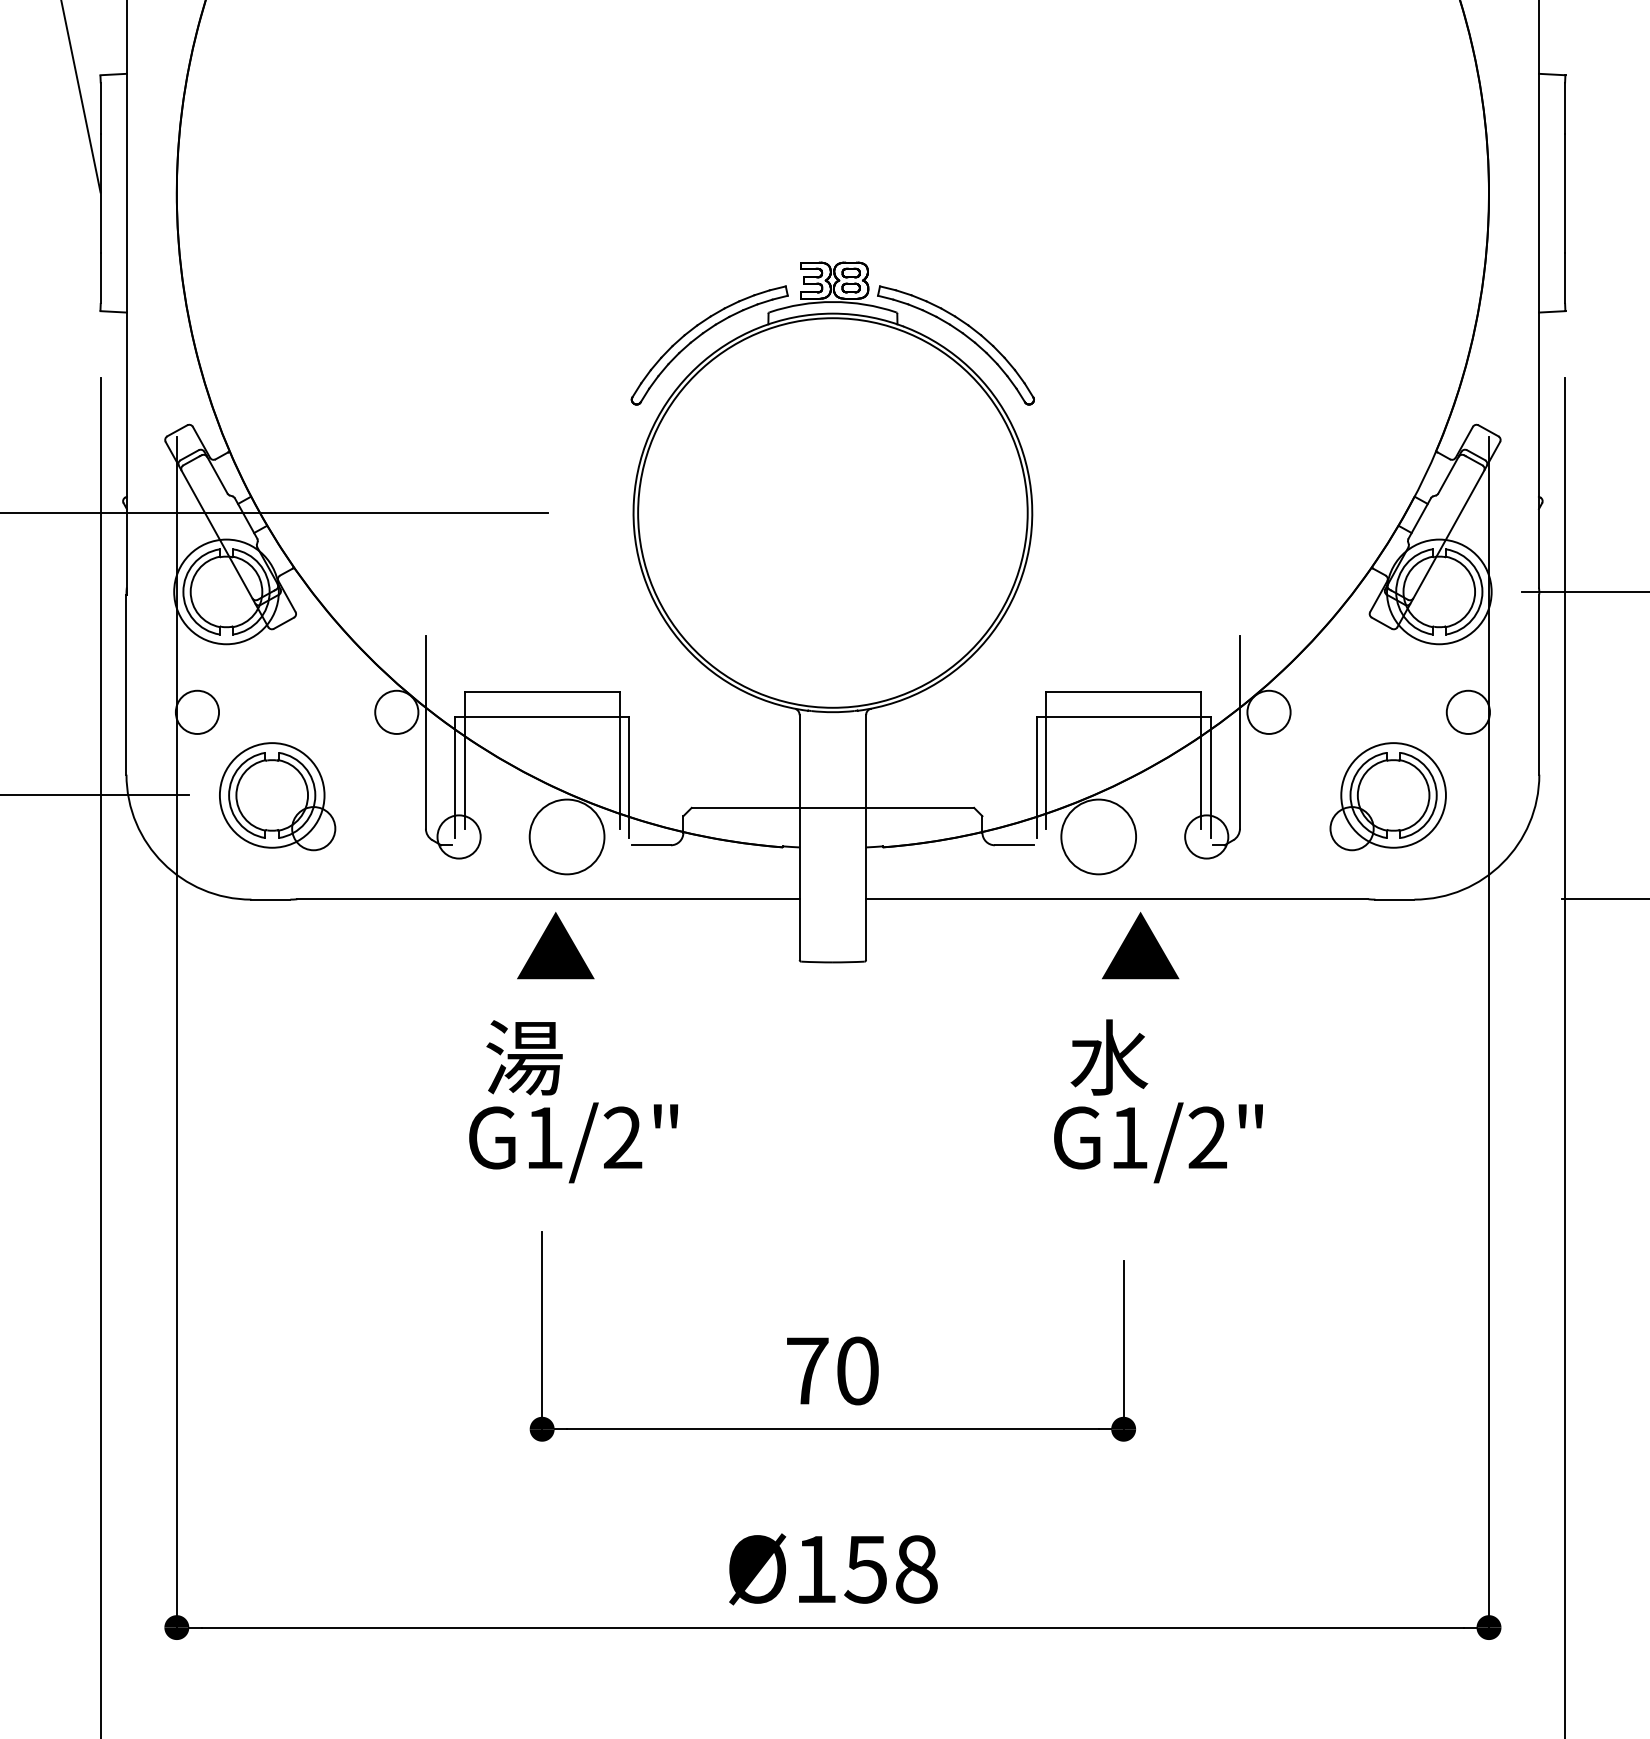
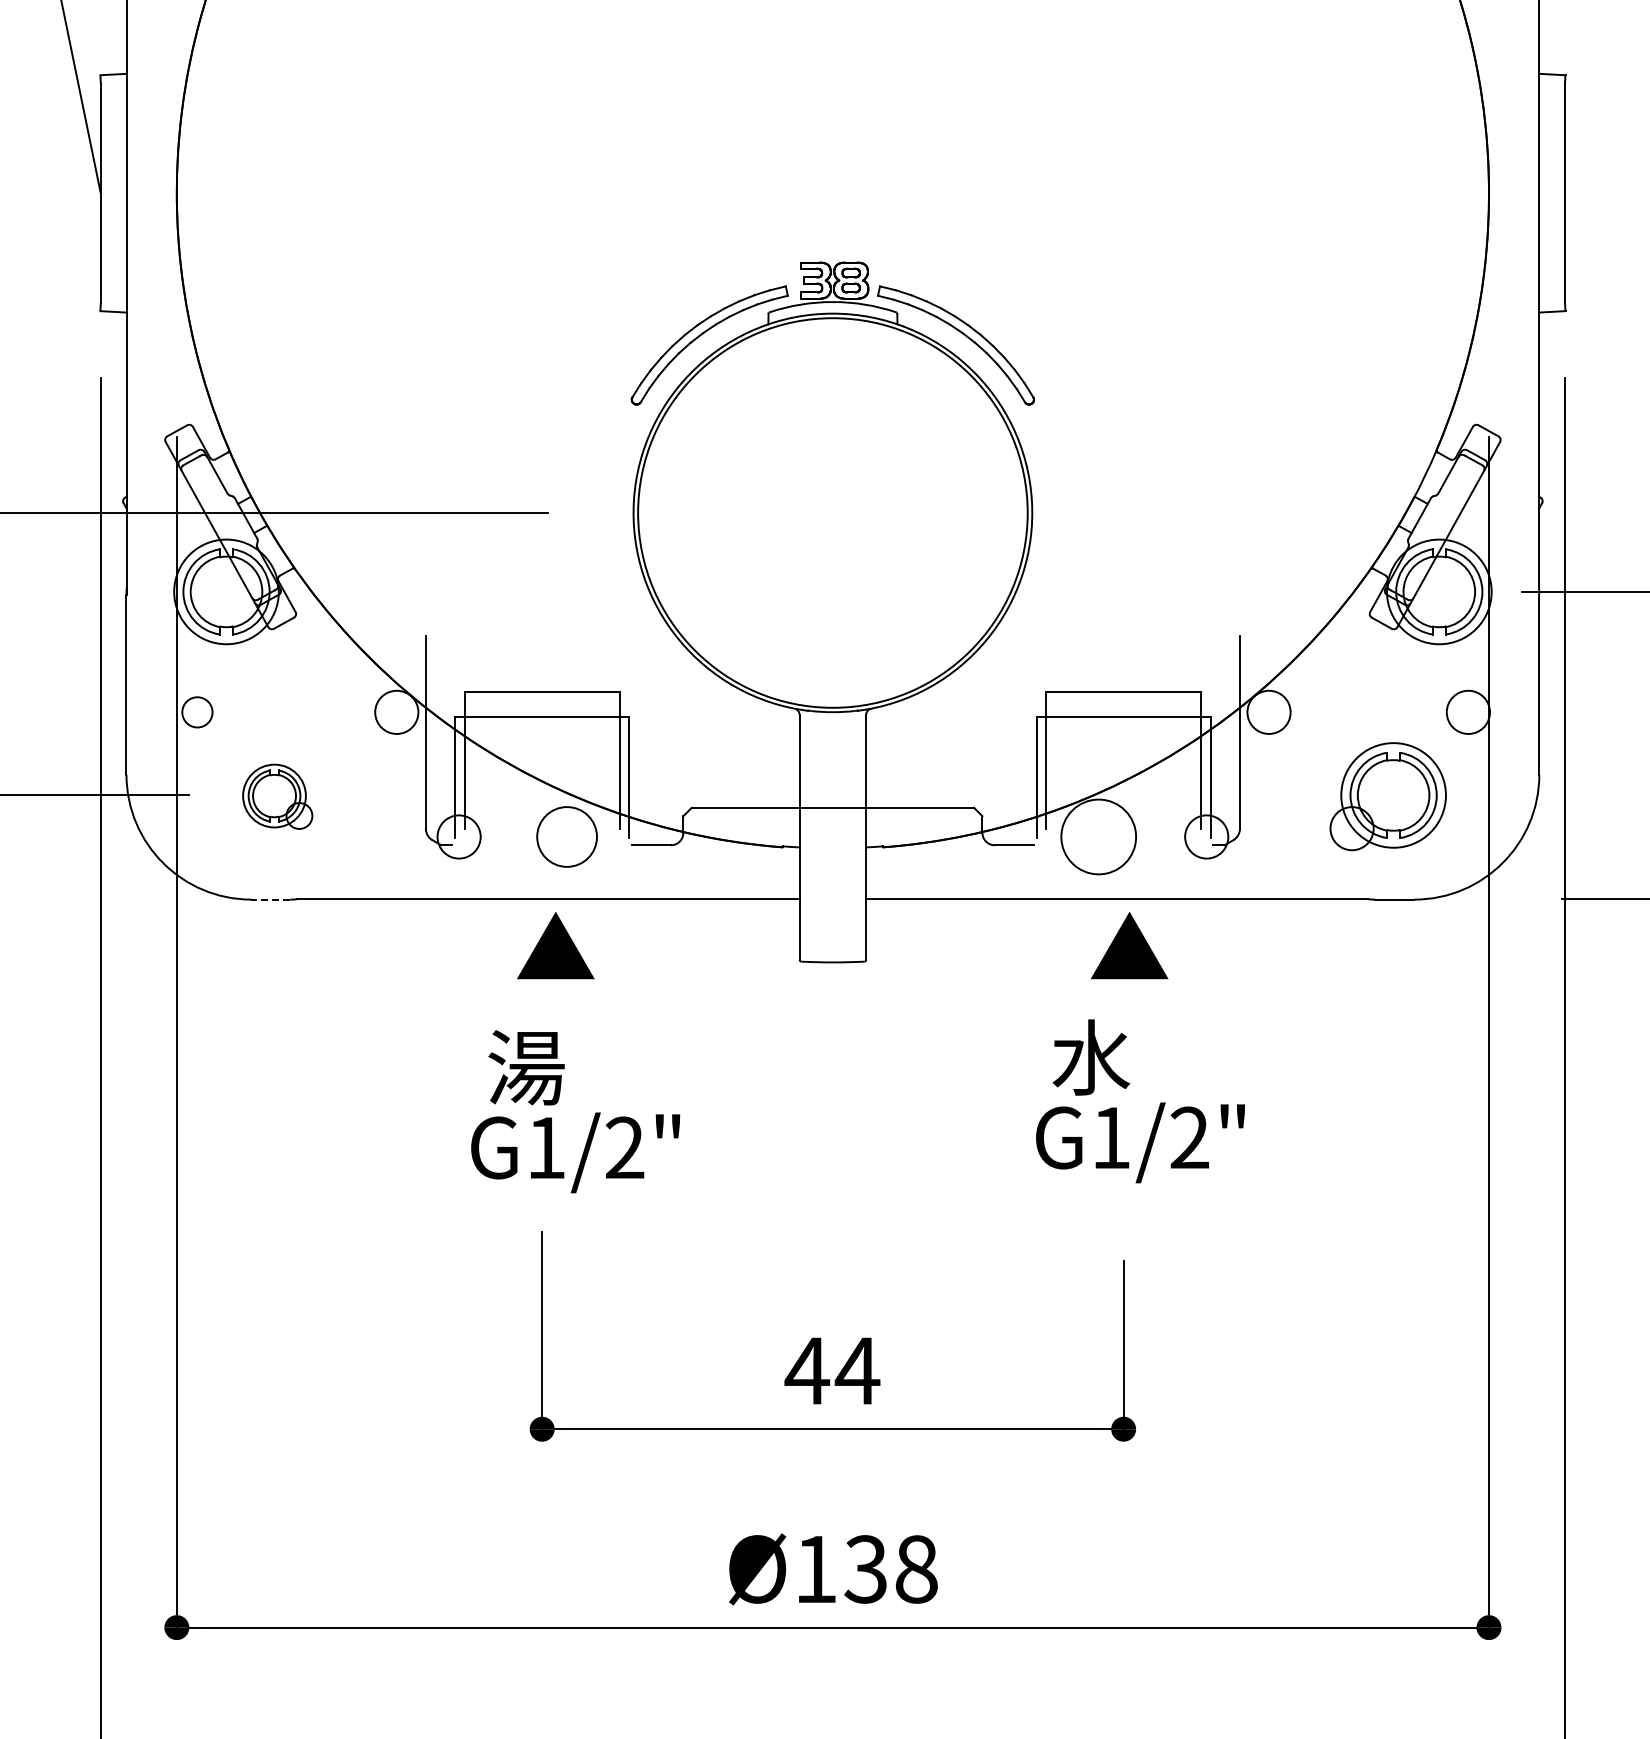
circle at (197, 711) diameter: 43 px -> 30 px
part at (277, 796) size: 118x110 px -> 72x67 px
circle at (566, 836) diameter: 75 px -> 60 px
line at (270, 899): solid -> dashed
text at (1140, 945) position: (1140, 945) -> (1129, 945)
text at (573, 1101) position: (573, 1101) -> (575, 1111)
text at (1158, 1101) position: (1158, 1101) -> (1140, 1101)
text at (832, 1370): 70 -> 44
text at (865, 1569): Ø158 -> Ø138
